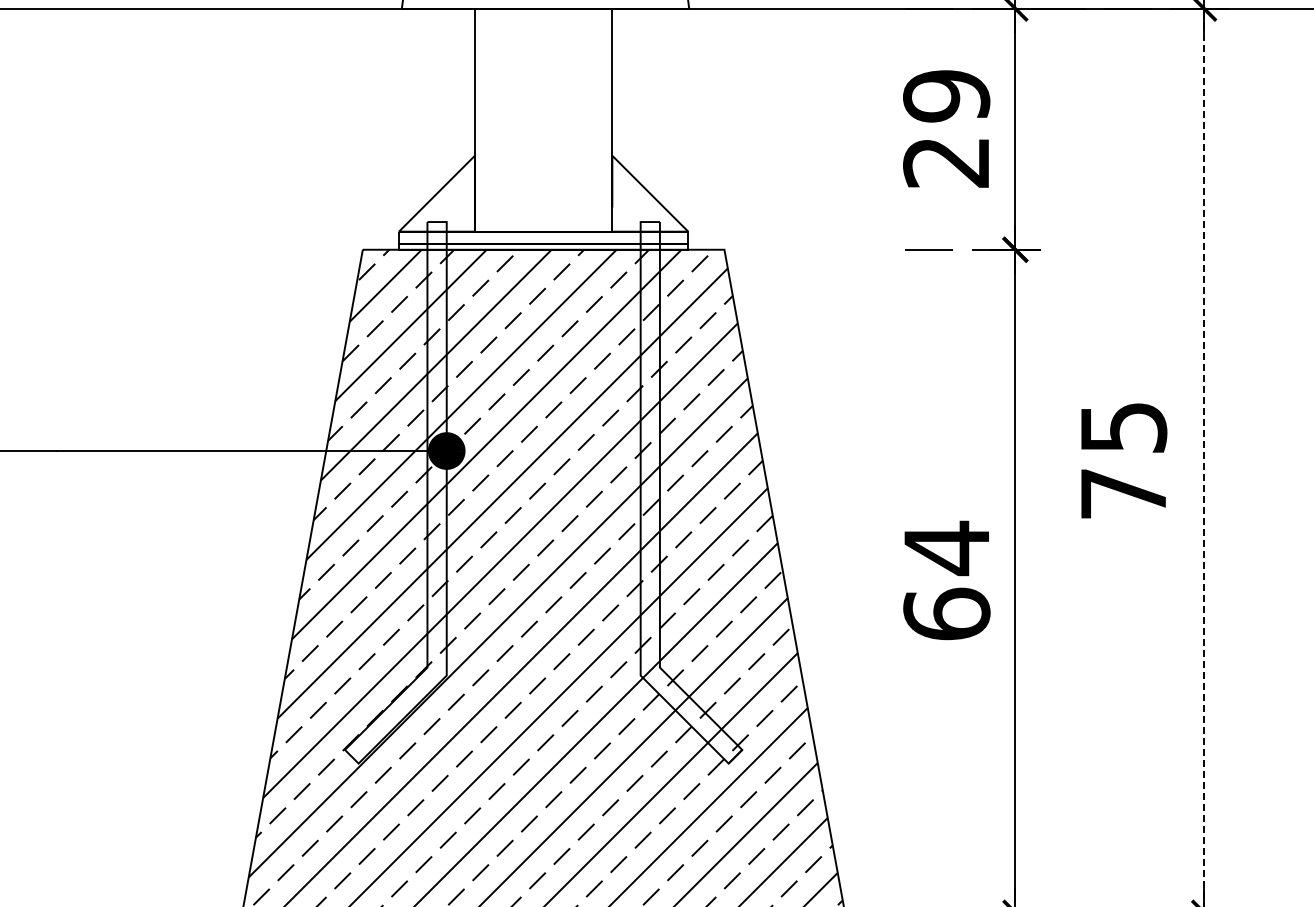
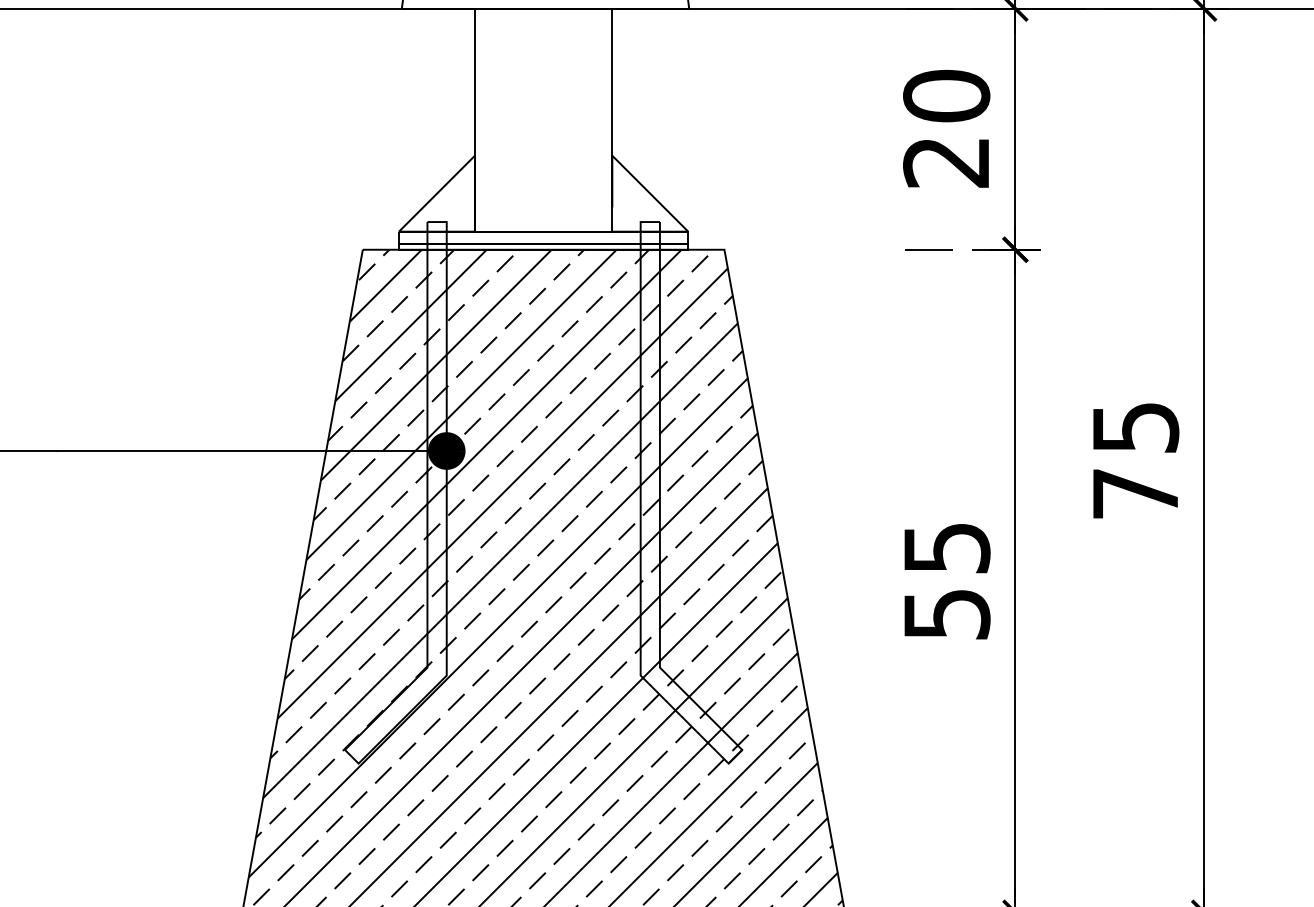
text at (946, 95): 29 -> 20
line at (1204, 458): dashed -> solid
text at (1124, 460) position: (1124, 460) -> (1136, 460)
text at (946, 580): 64 -> 55
